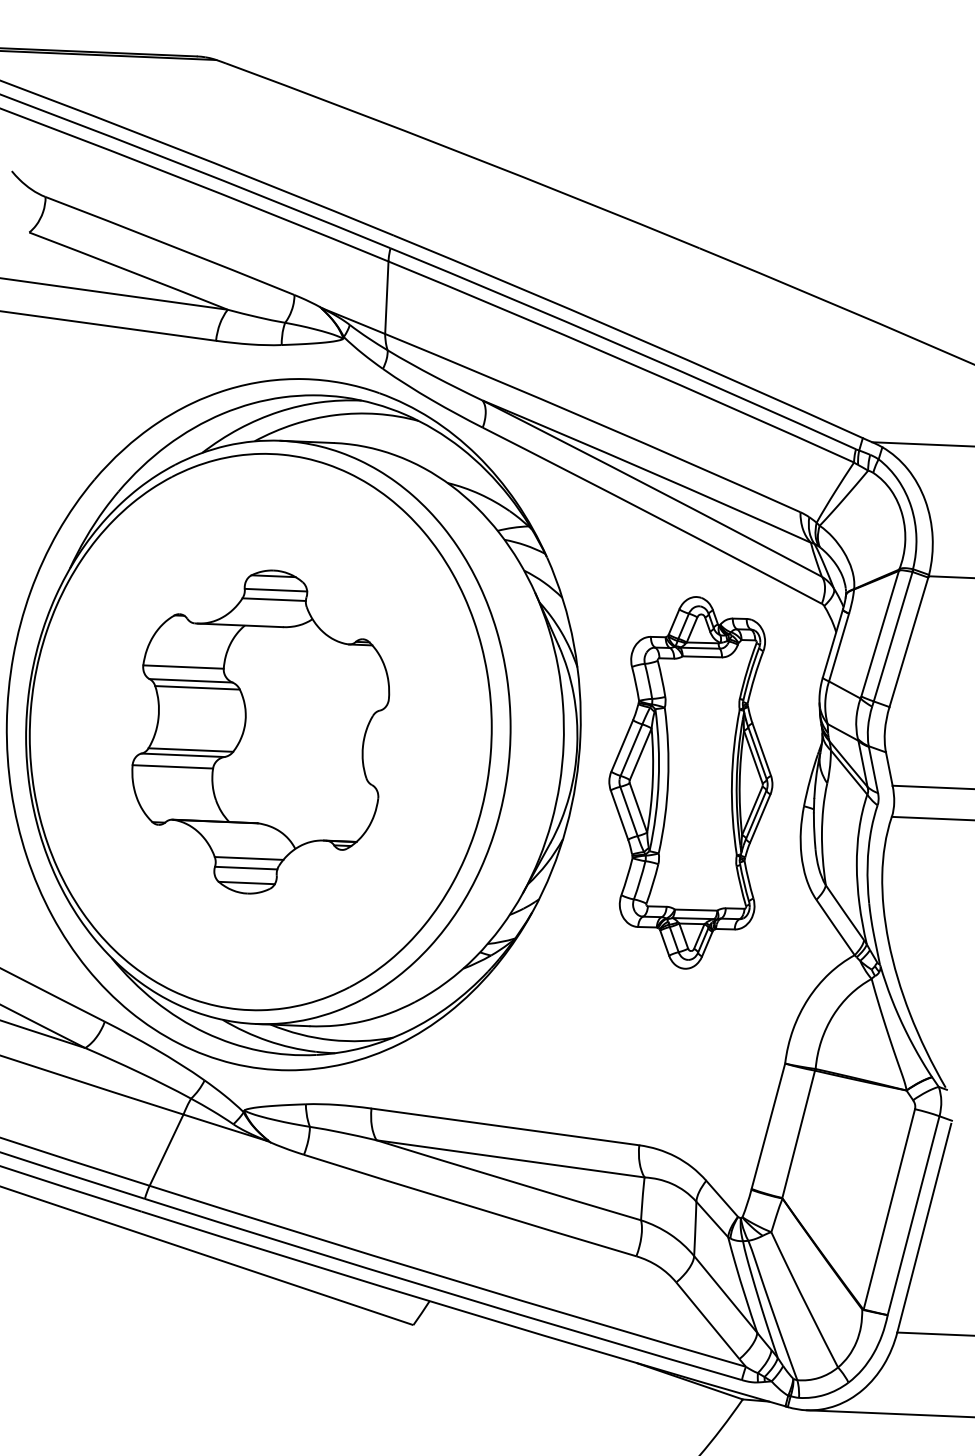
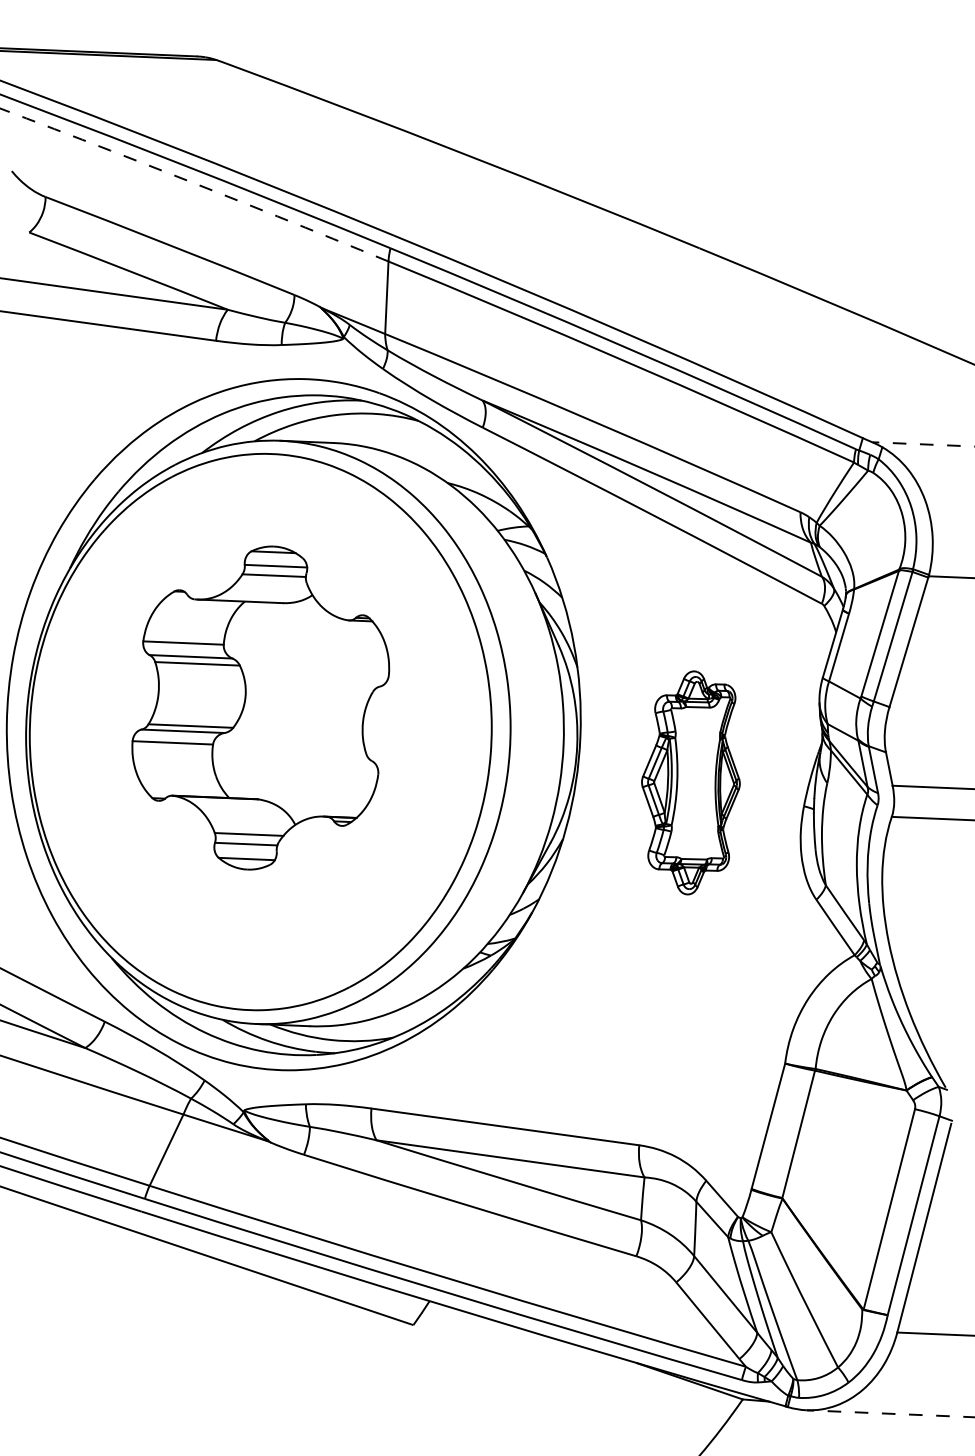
arc at (193, 183): solid -> dashed
line at (923, 444): solid -> dashed
part at (260, 731) position: (260, 731) -> (260, 707)
part at (690, 782) size: 166x374 px -> 100x226 px
line at (890, 1413): solid -> dashed
